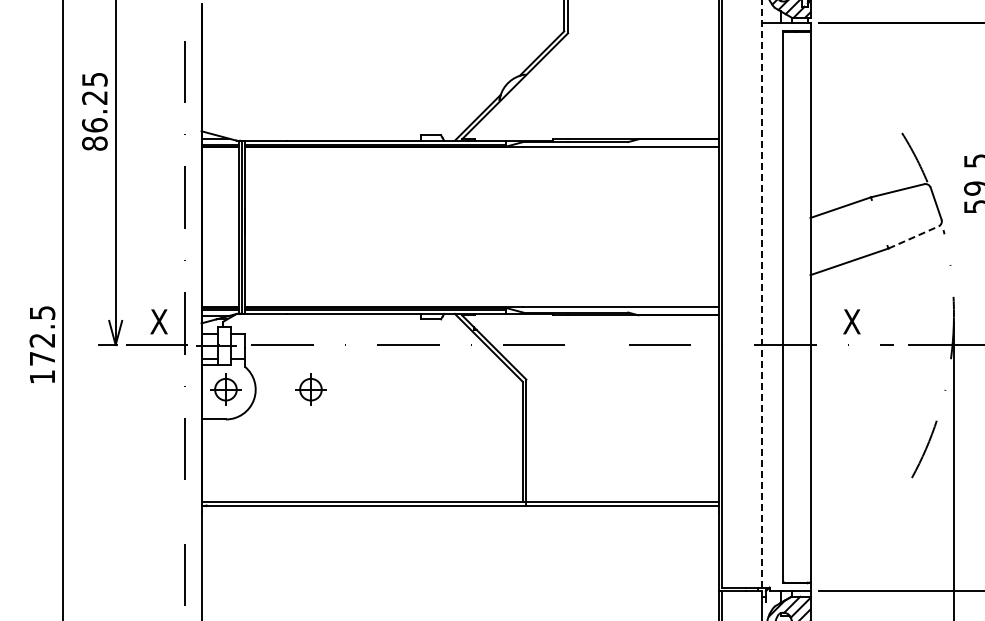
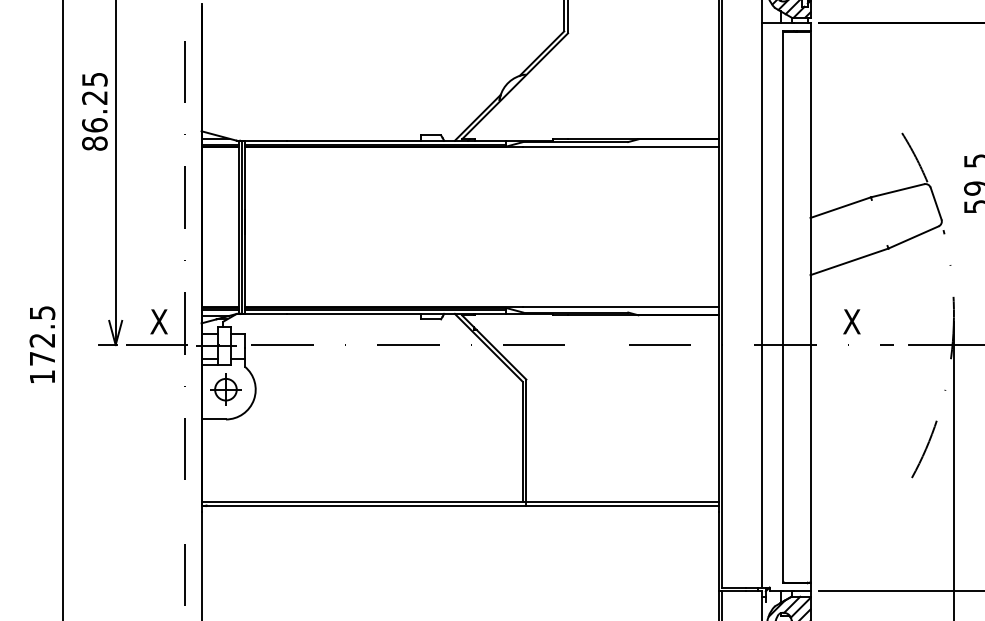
line at (914, 237): dashed -> solid
line at (761, 293): dashed -> solid
part at (310, 389): present -> none
